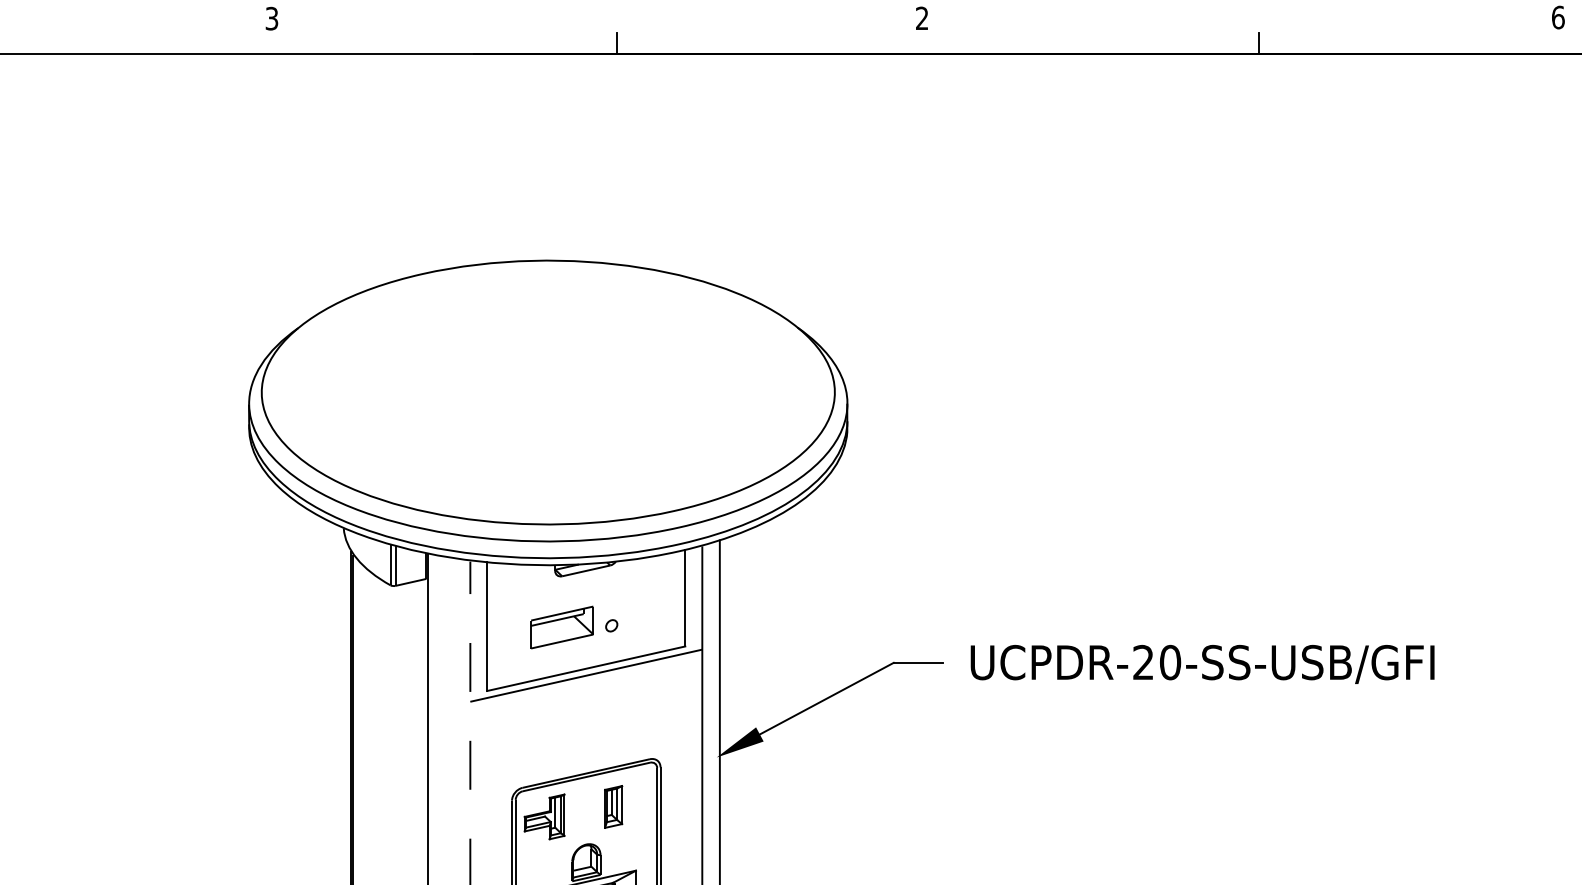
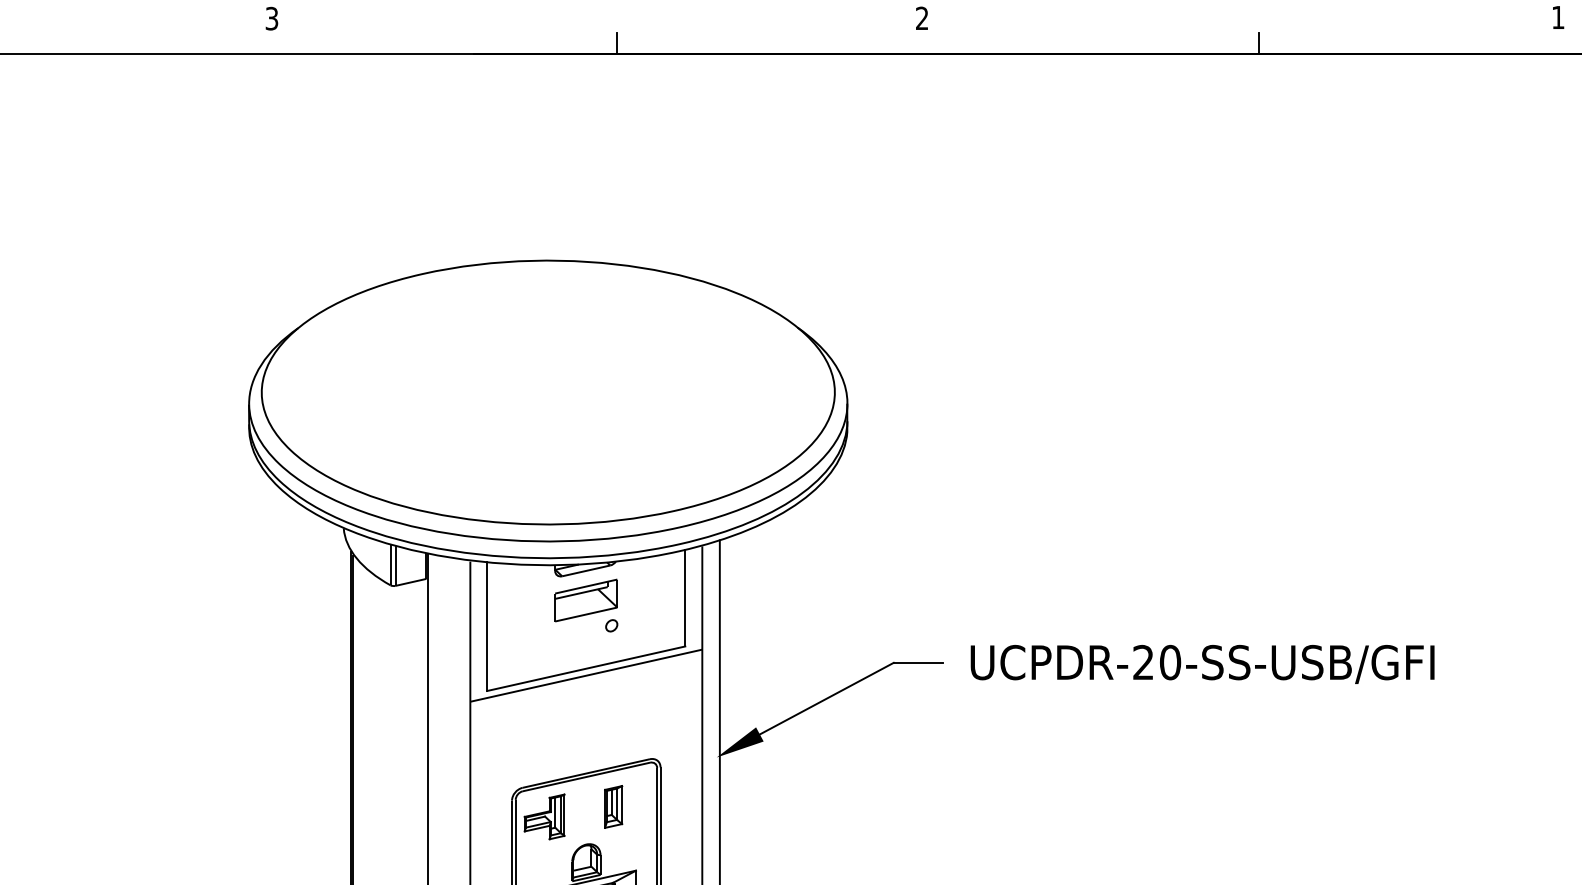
text at (1558, 17): 6 -> 1
part at (561, 627) position: (561, 627) -> (585, 600)
line at (470, 722): dashed -> solid
